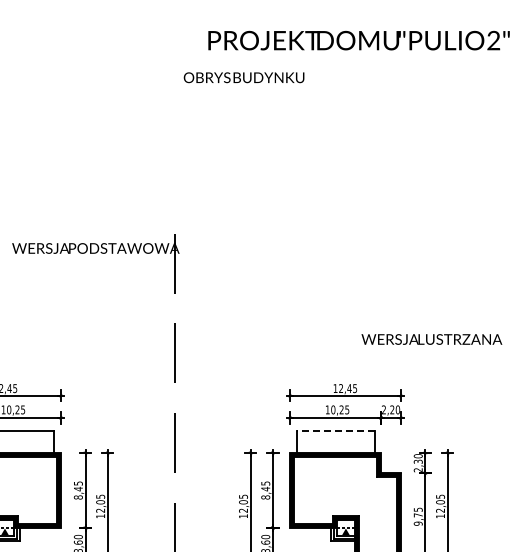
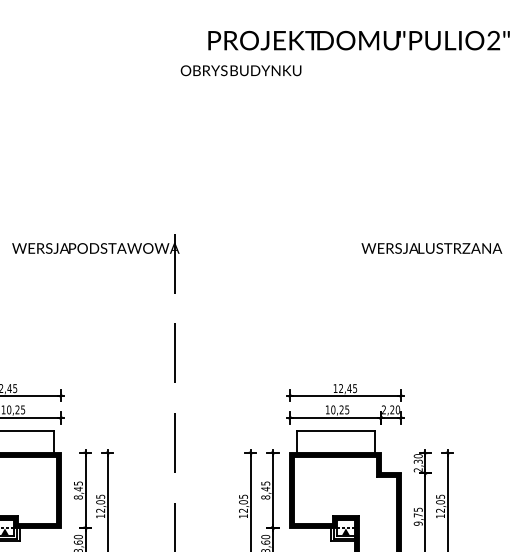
text at (243, 77) position: (243, 77) -> (240, 70)
text at (431, 339) position: (431, 339) -> (431, 248)
line at (335, 430): dashed -> solid
